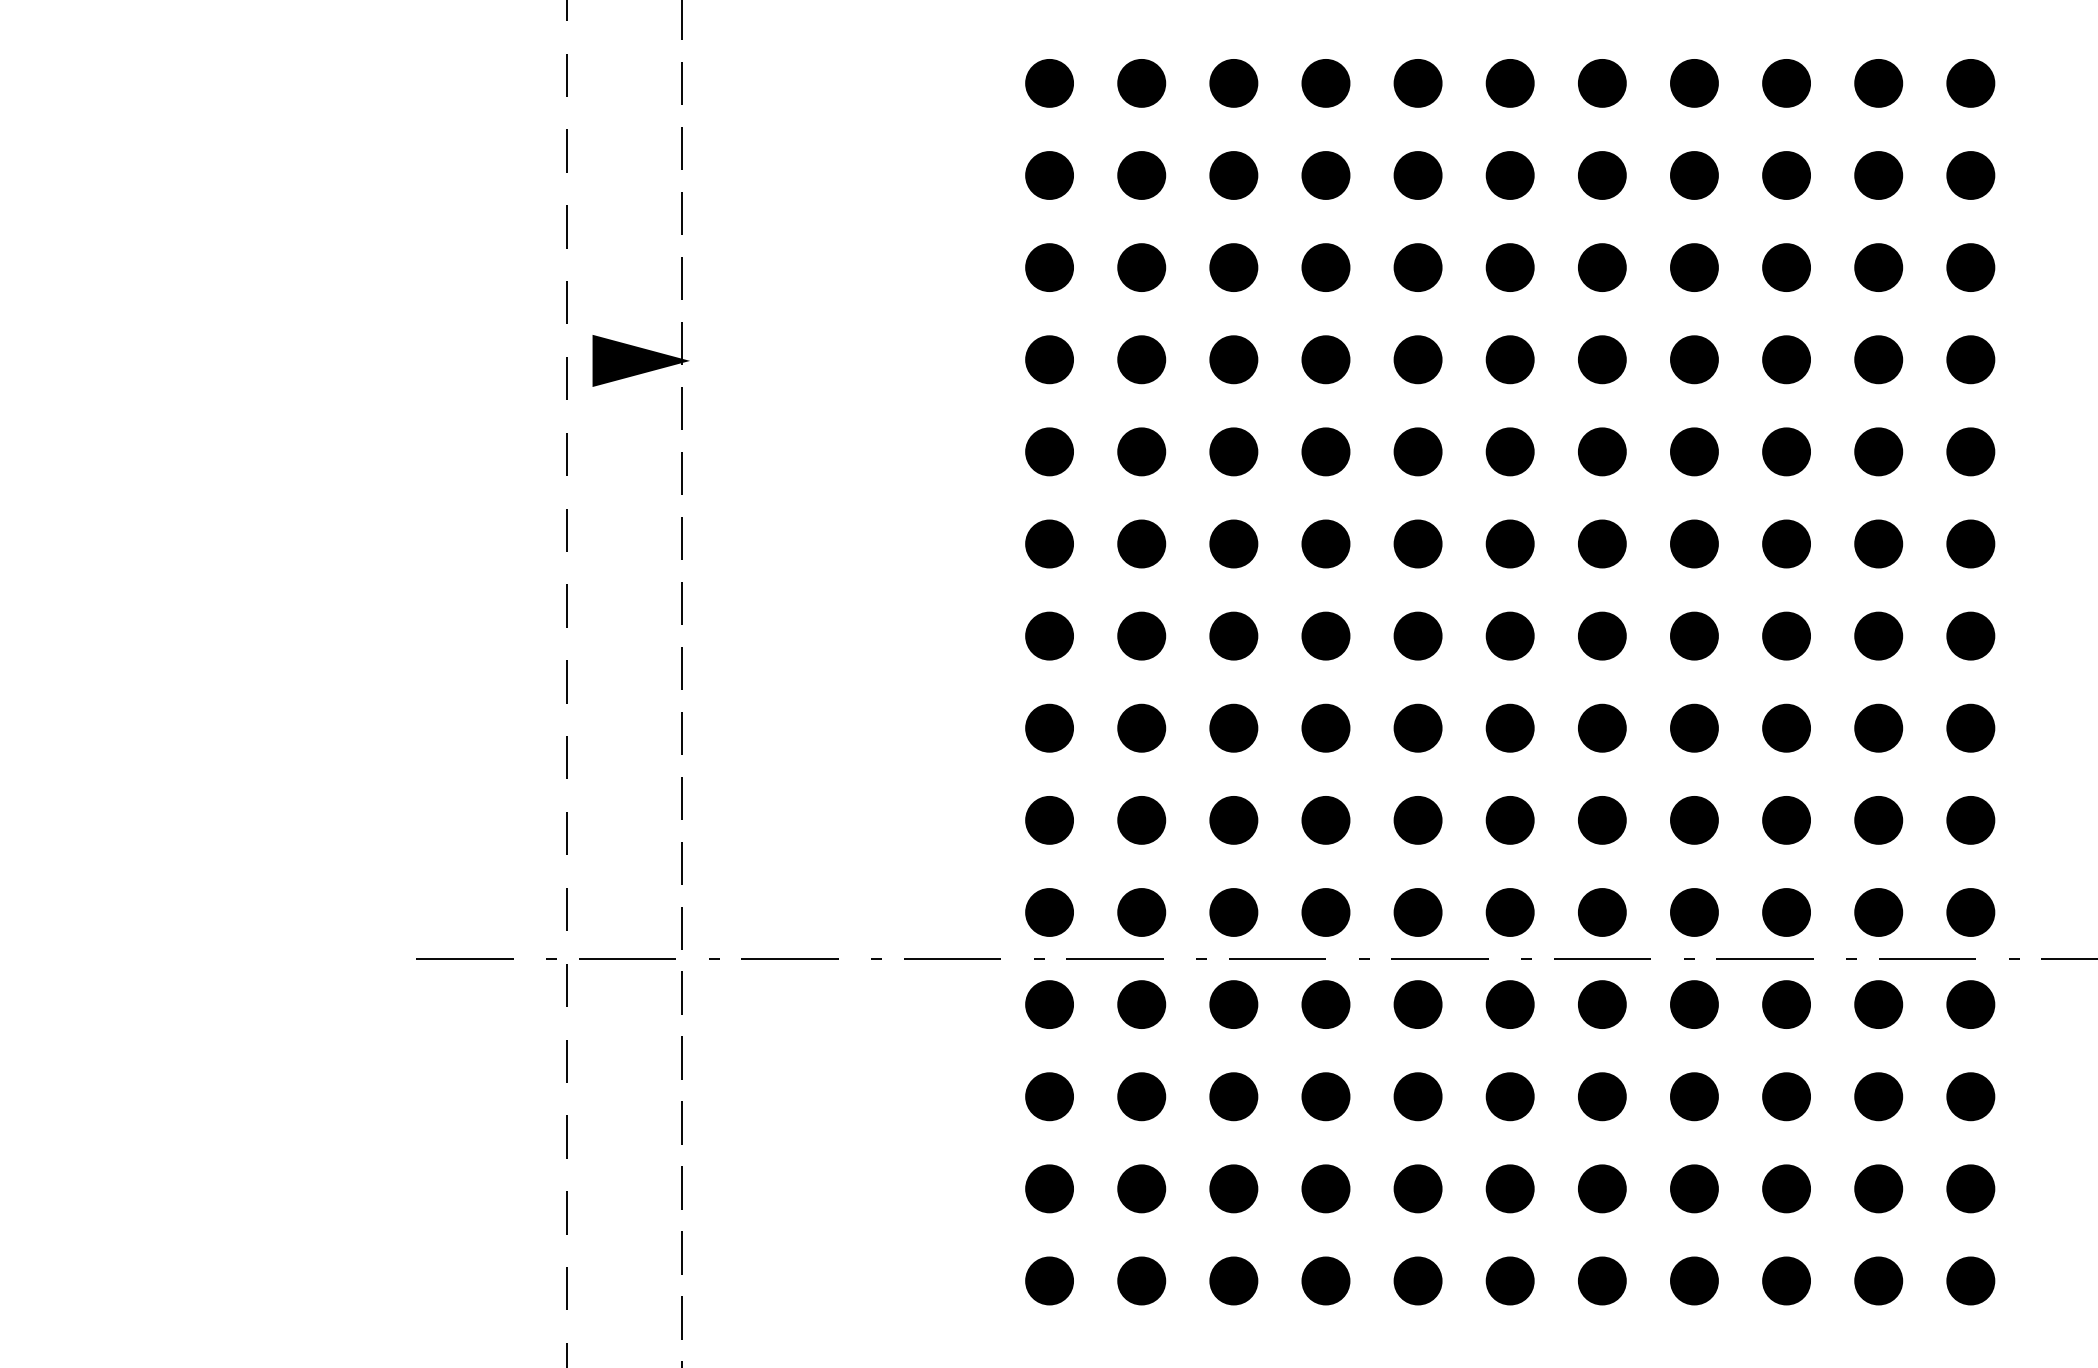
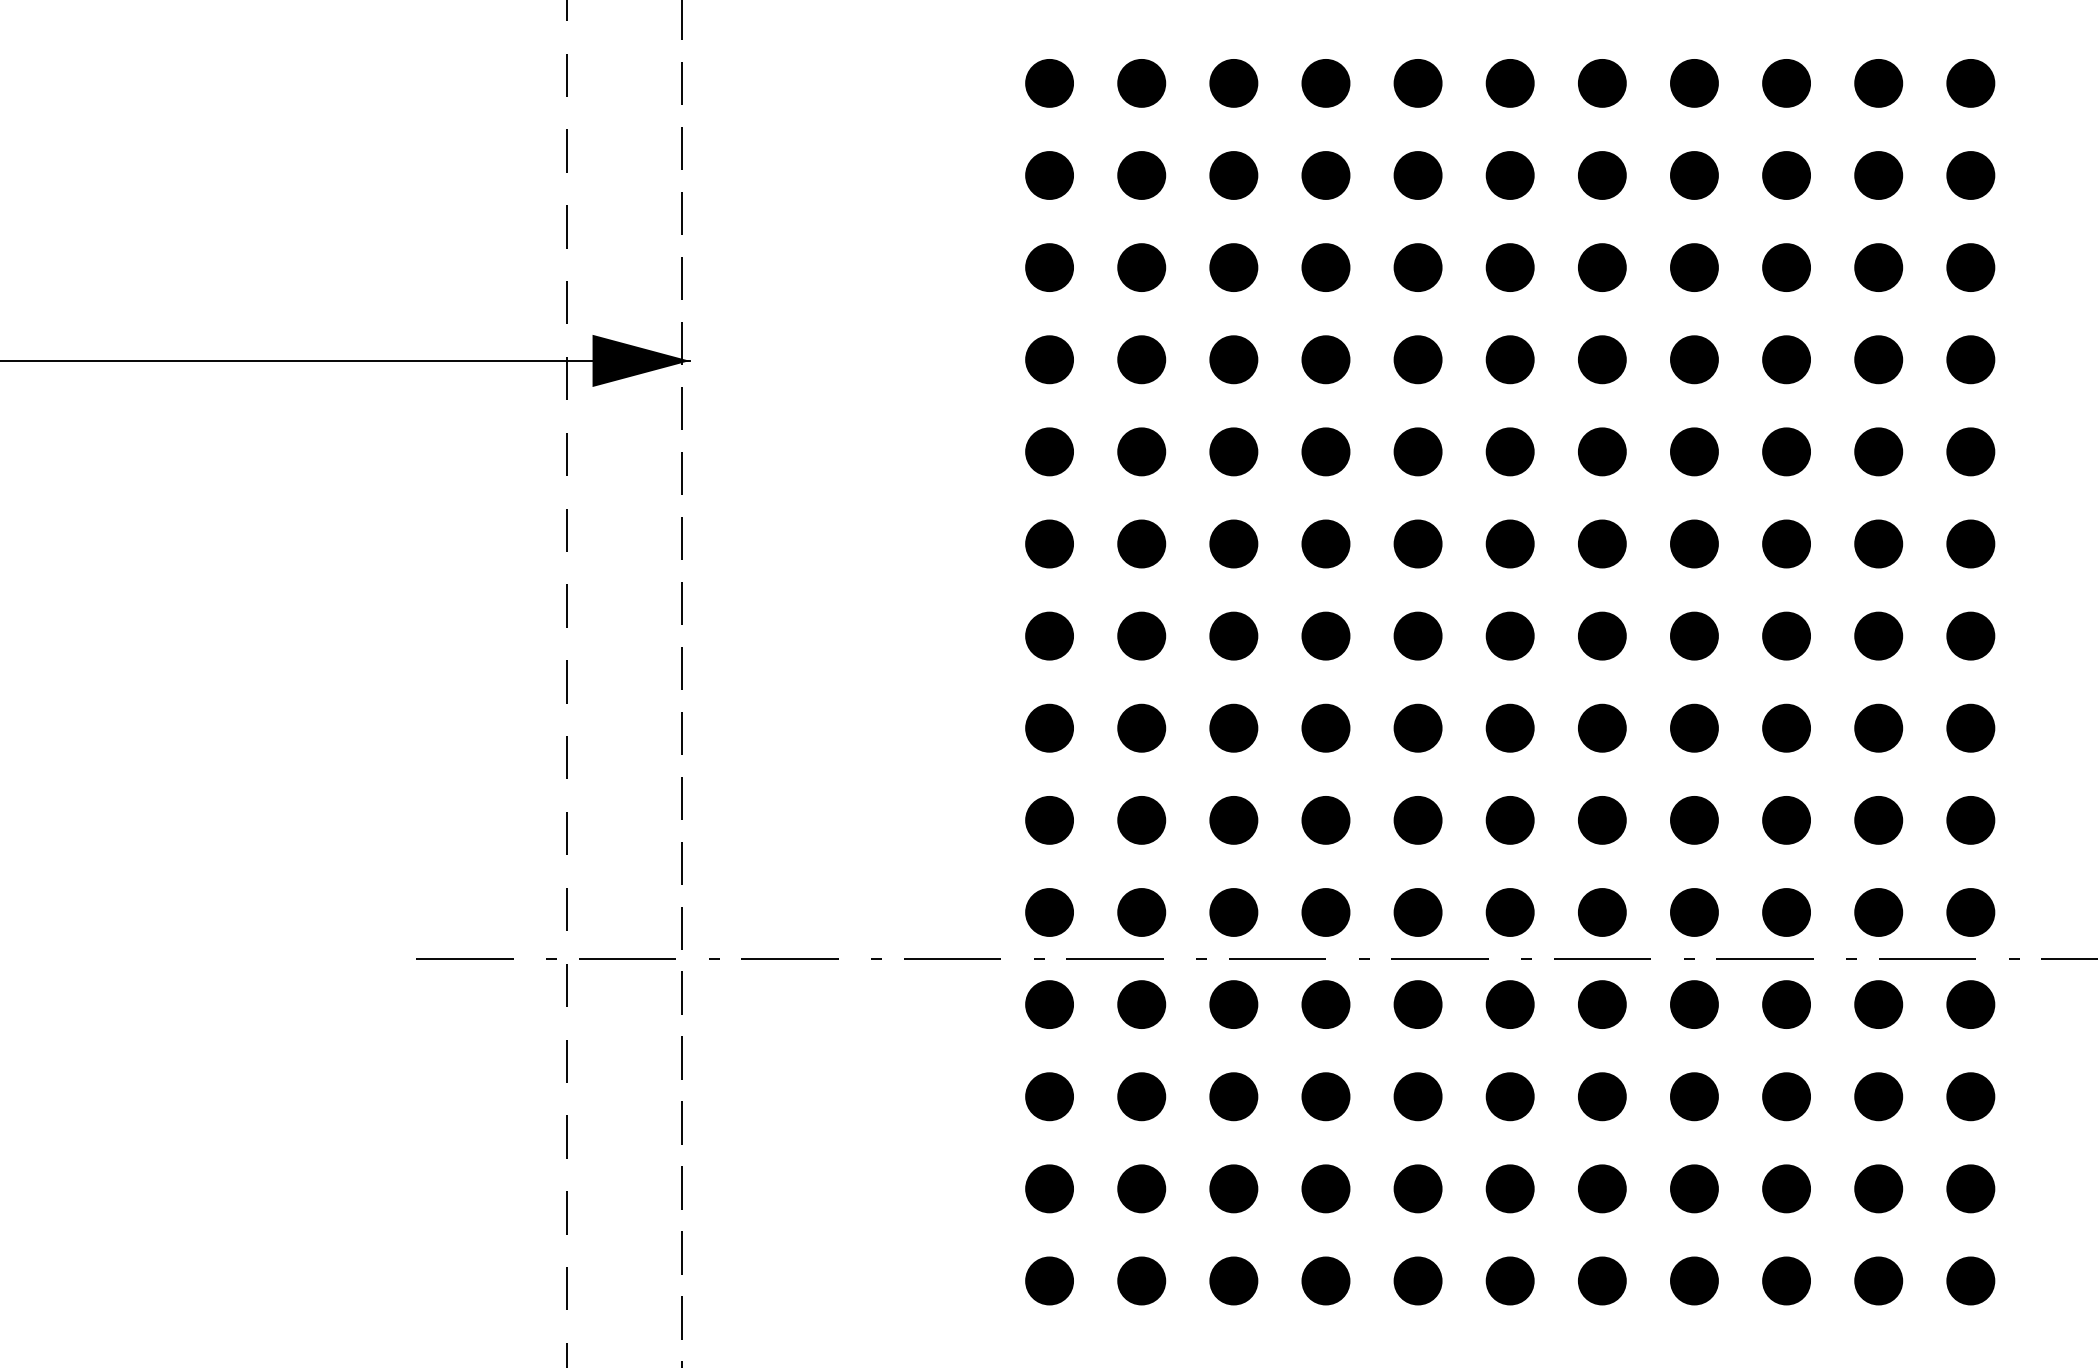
line at (346, 360): none -> present
